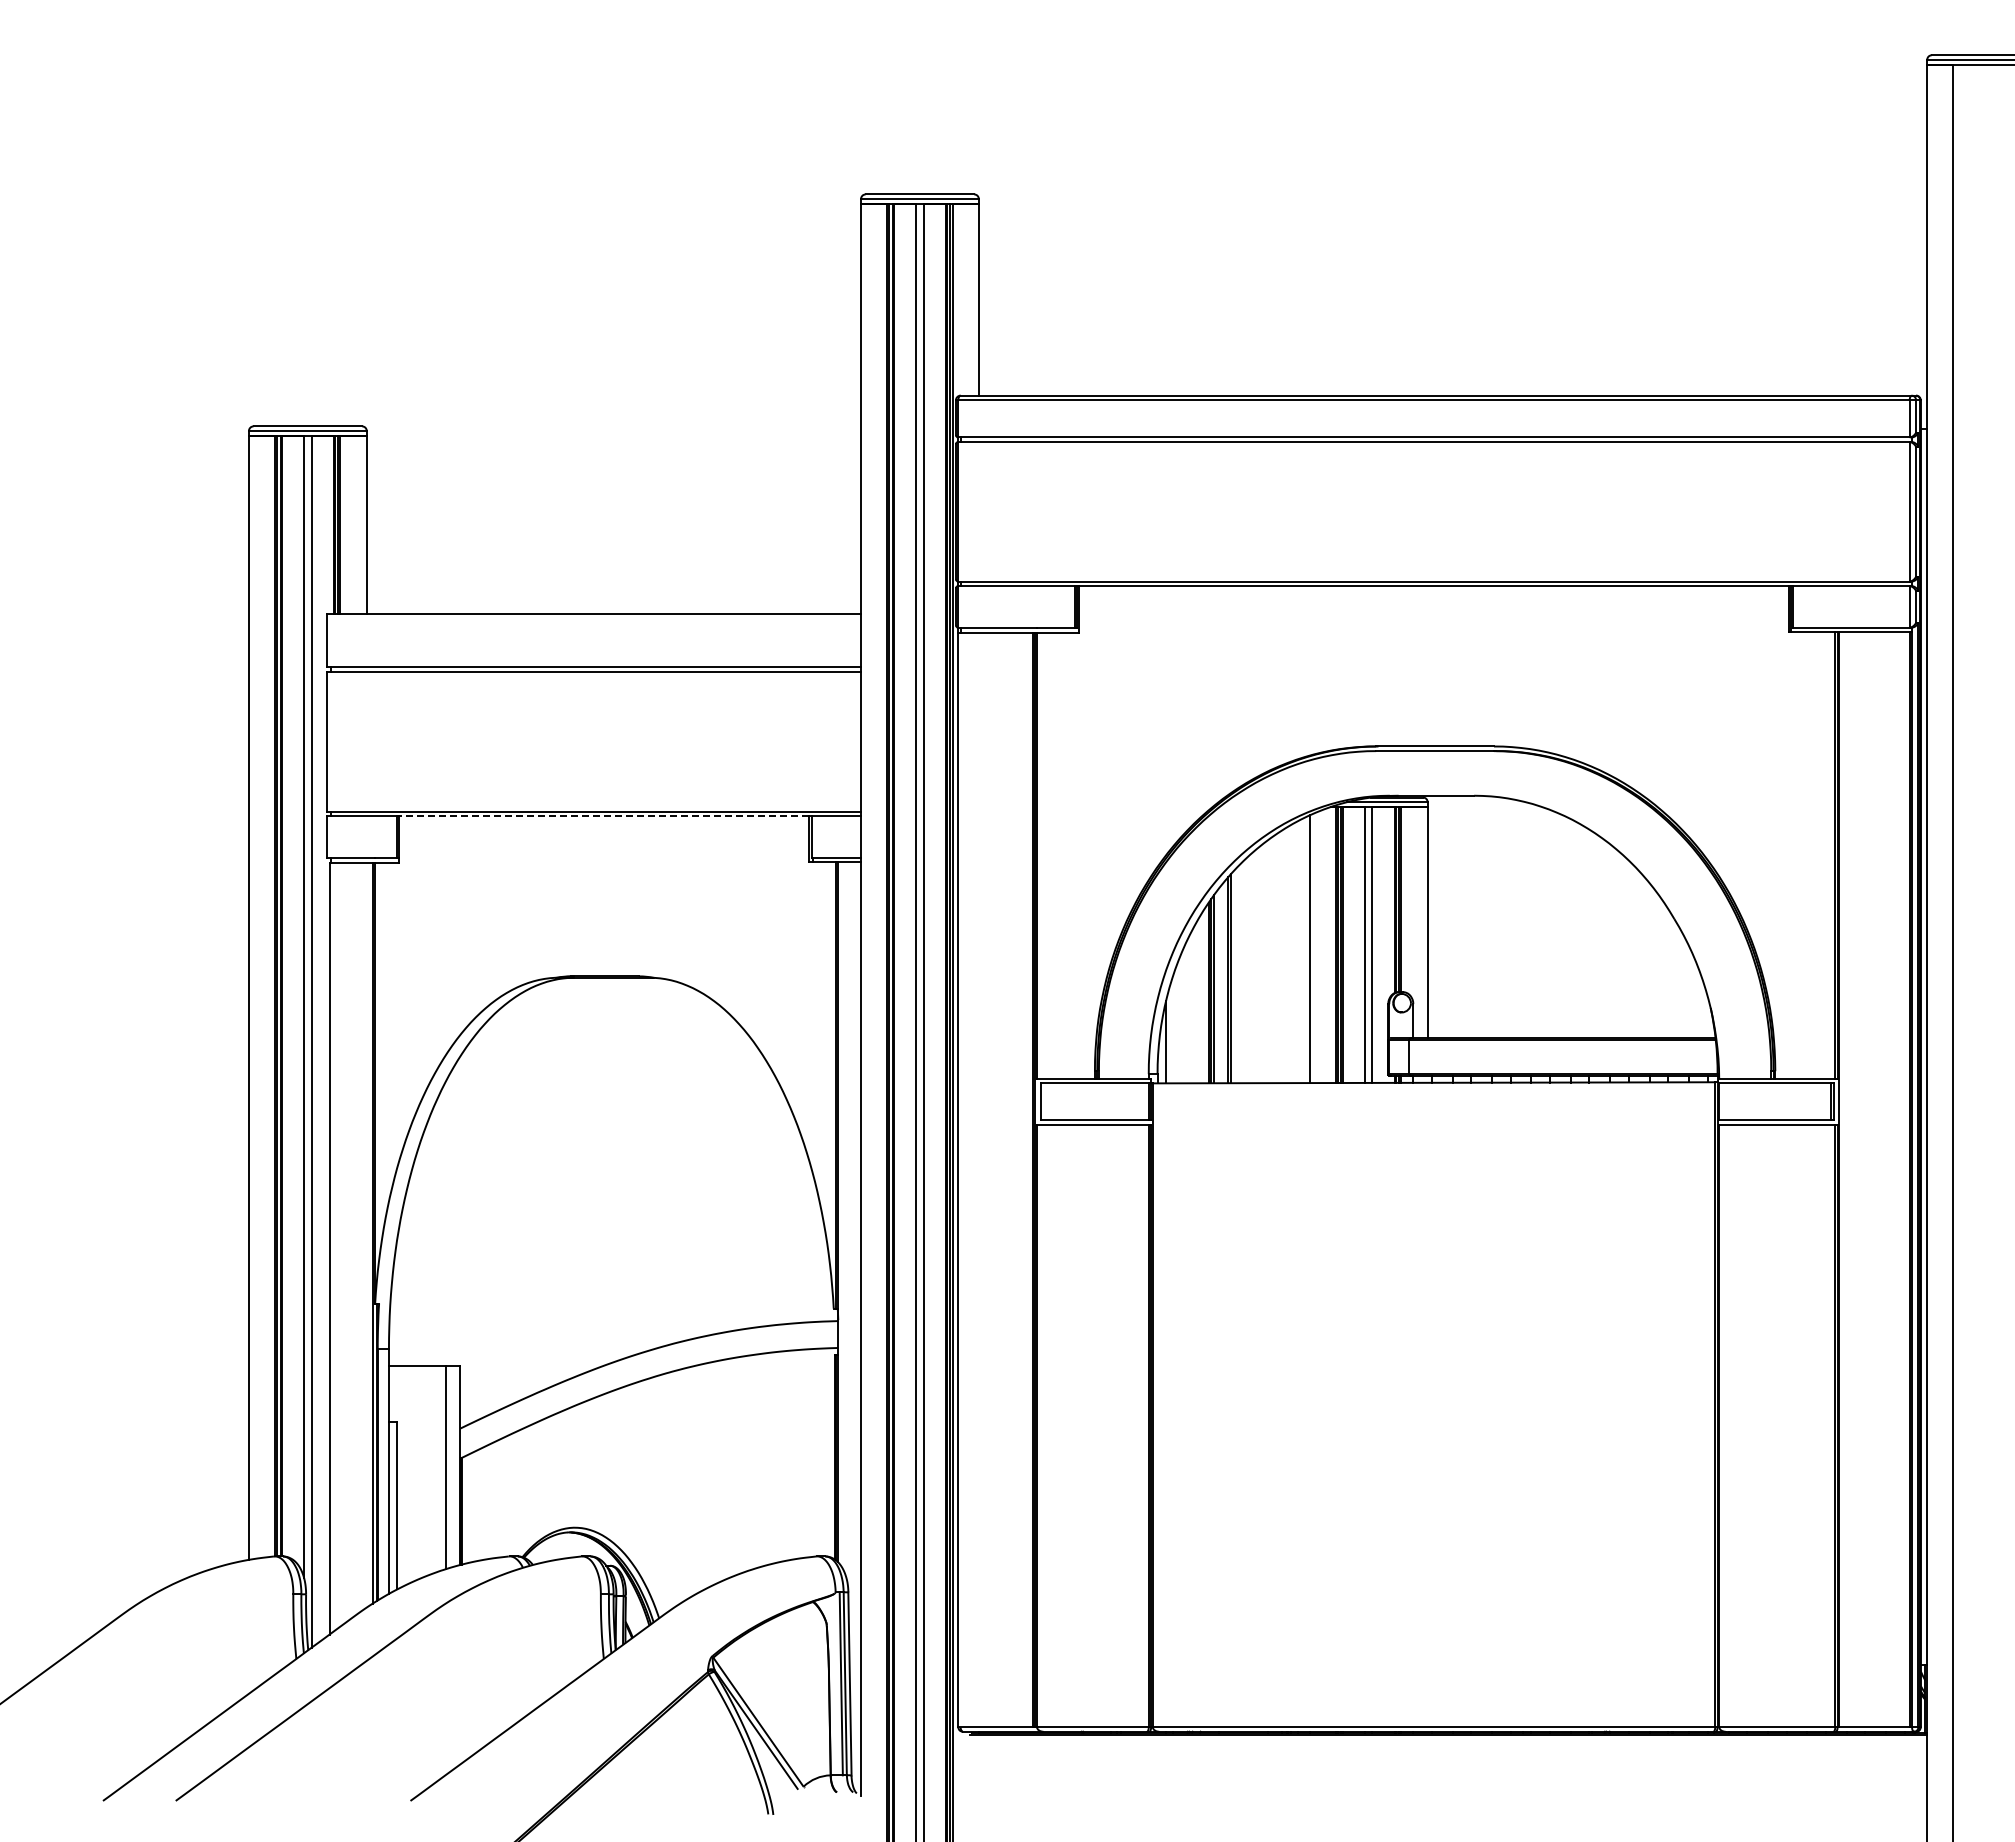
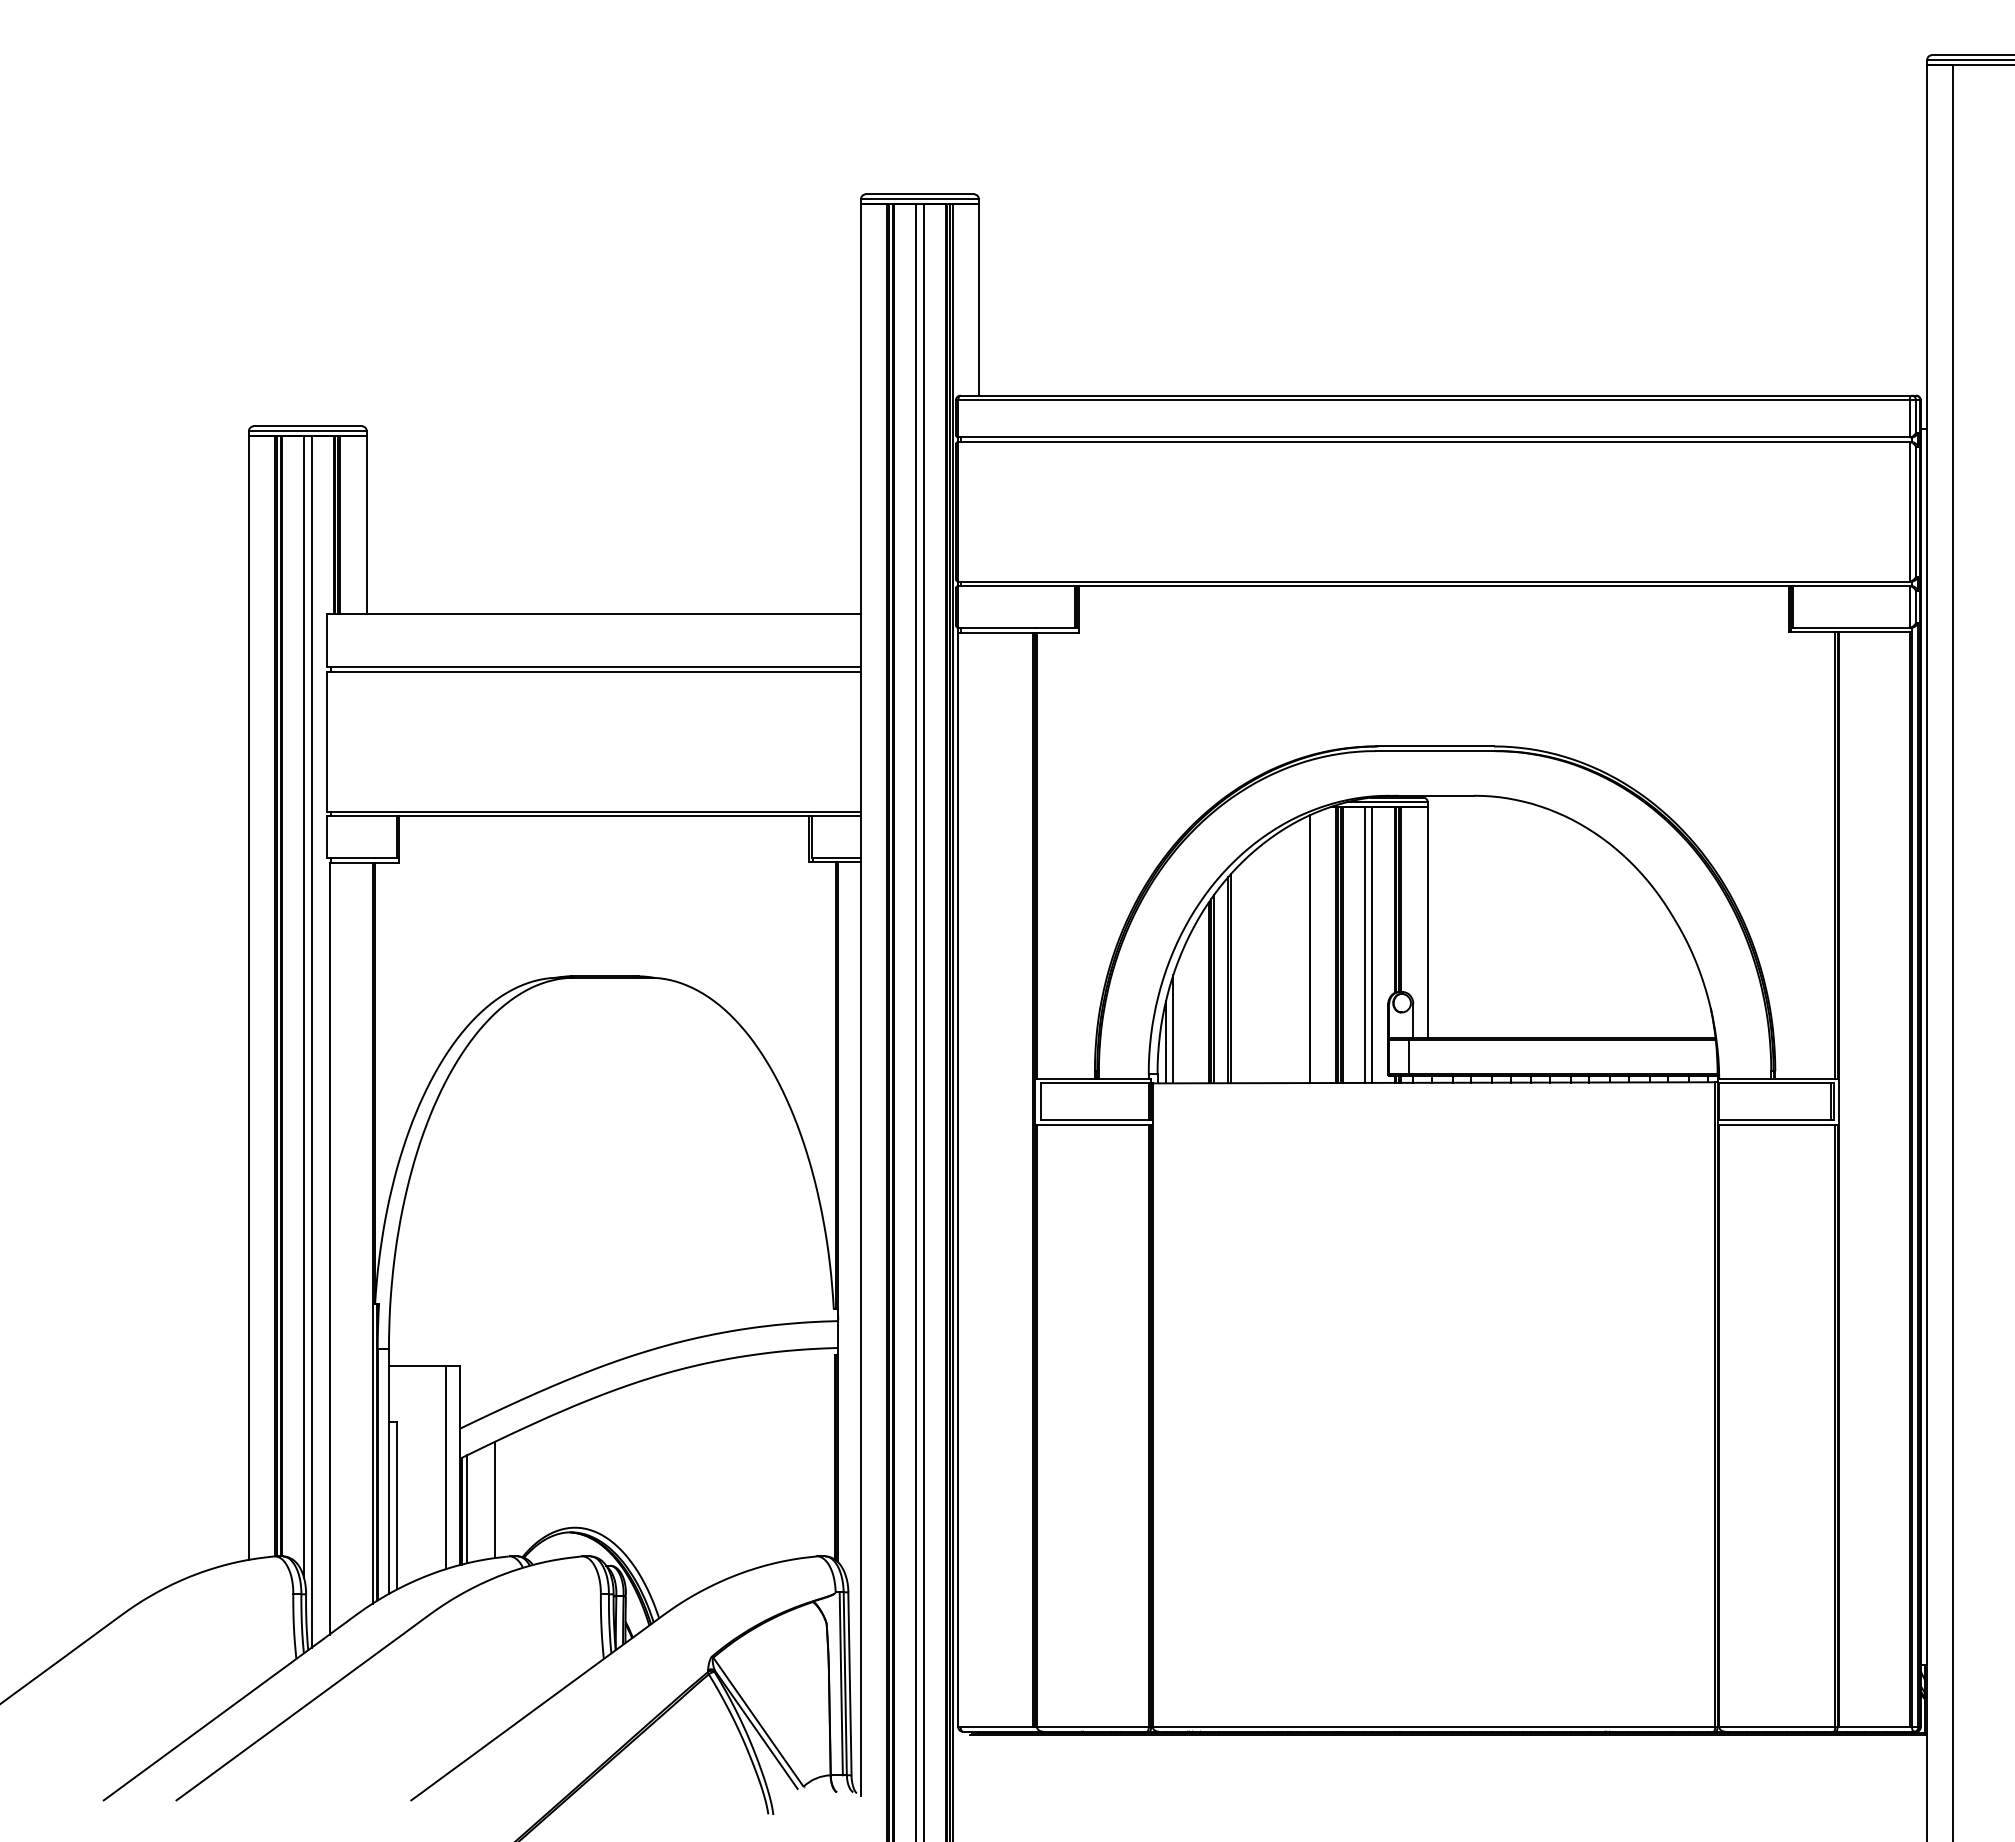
line at (603, 816): dashed -> solid
line at (1173, 1028): none -> present
line at (495, 1499): none -> present
line at (467, 1509): none -> present
